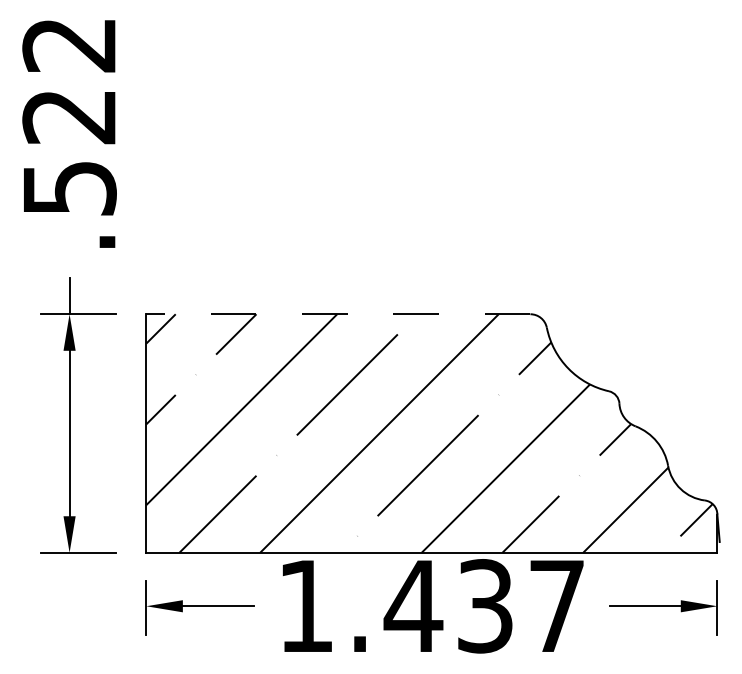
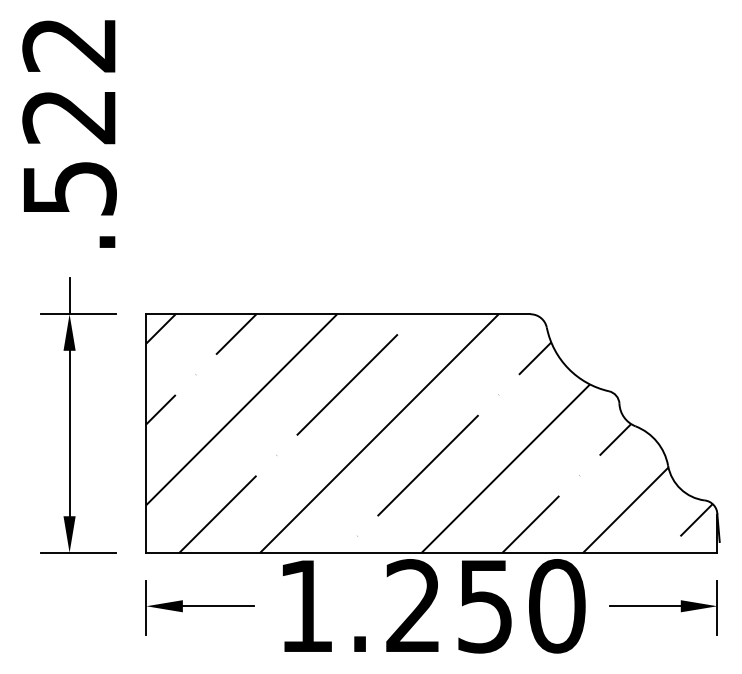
line at (337, 314): dashed -> solid
text at (484, 606): 1.437 -> 1.250
